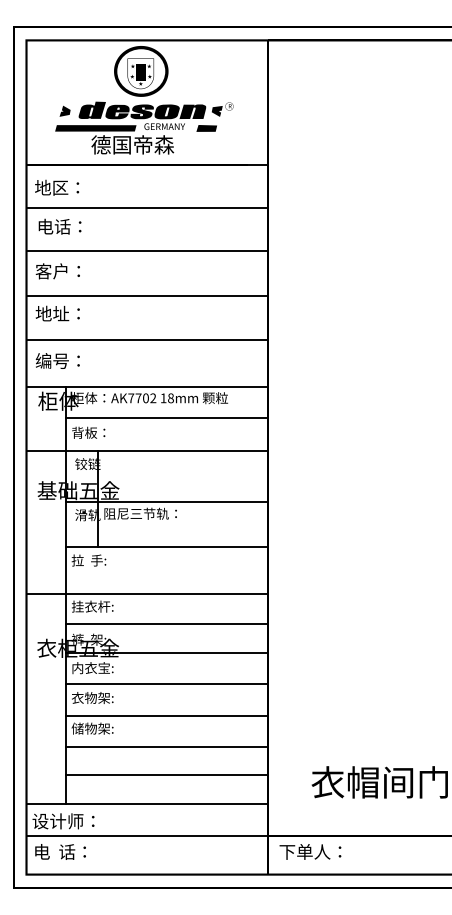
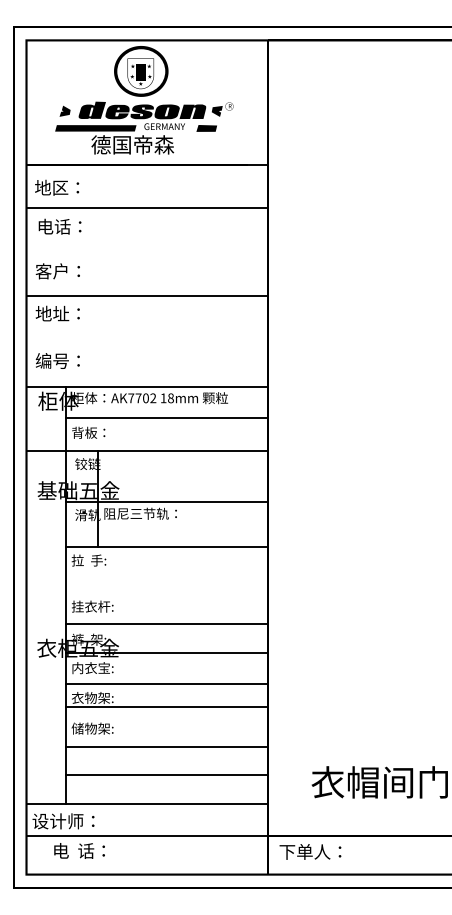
line at (147, 251): present -> none
line at (146, 339): present -> none
line at (146, 593): present -> none
line at (166, 715) position: (166, 715) -> (166, 706)
text at (60, 851) position: (60, 851) -> (79, 850)
